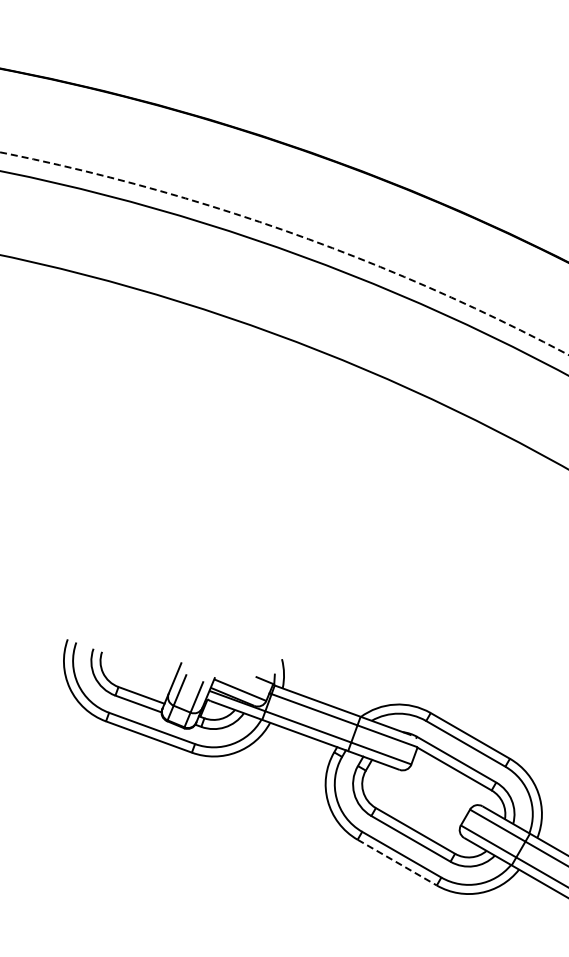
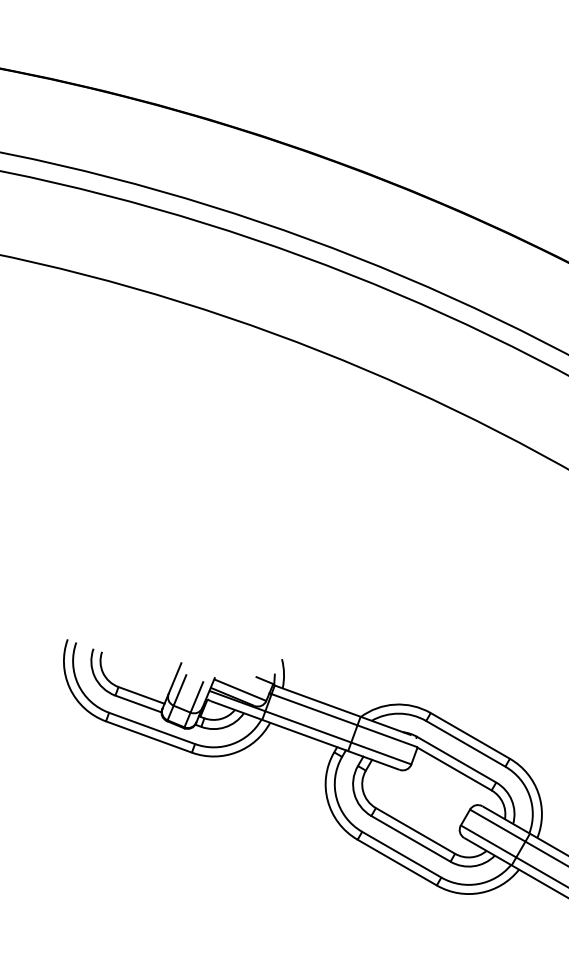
circle at (284, 253): dashed -> solid
line at (397, 862): dashed -> solid
